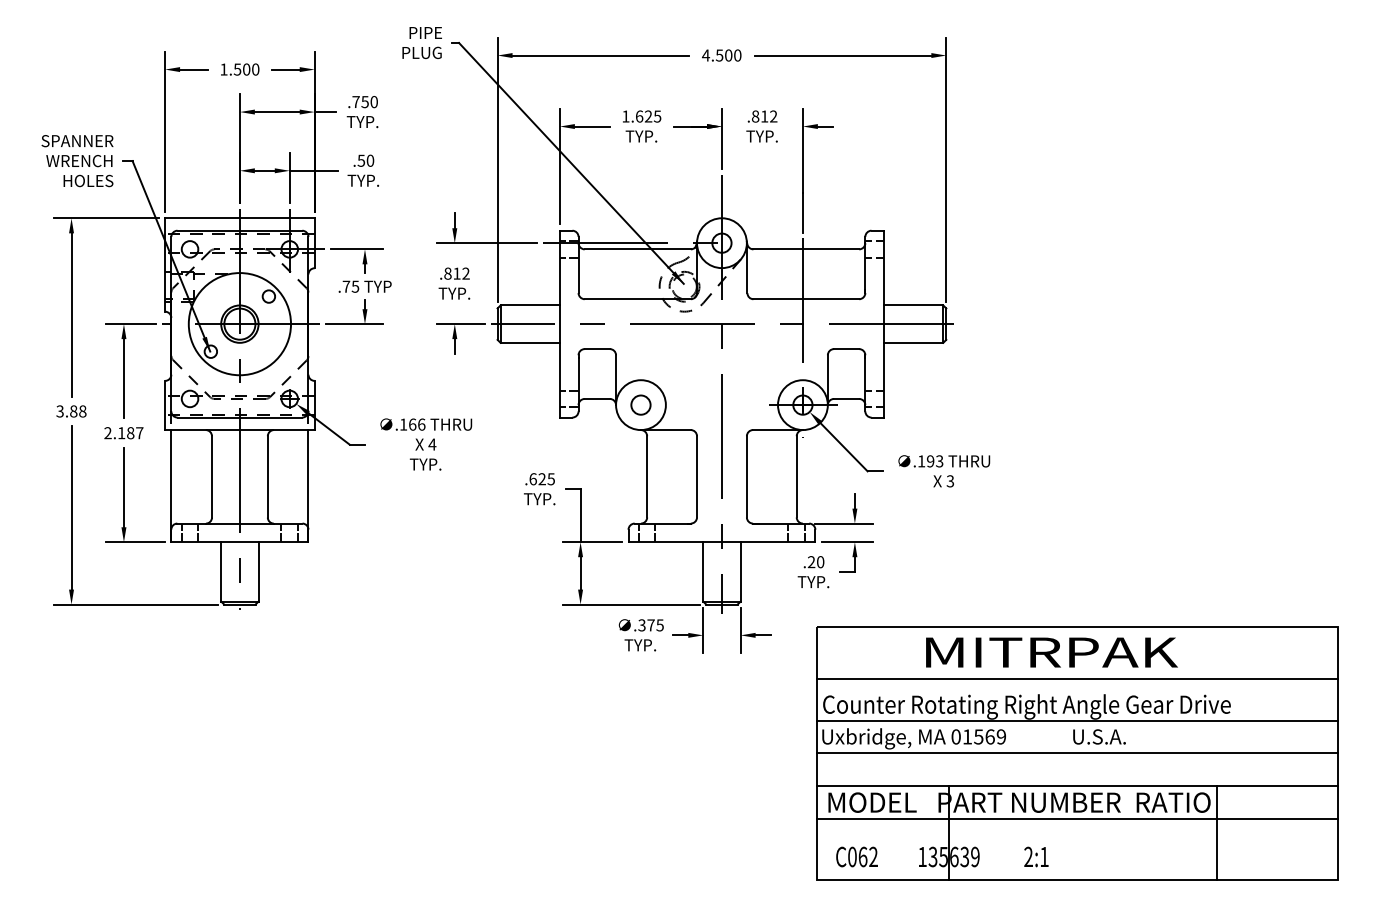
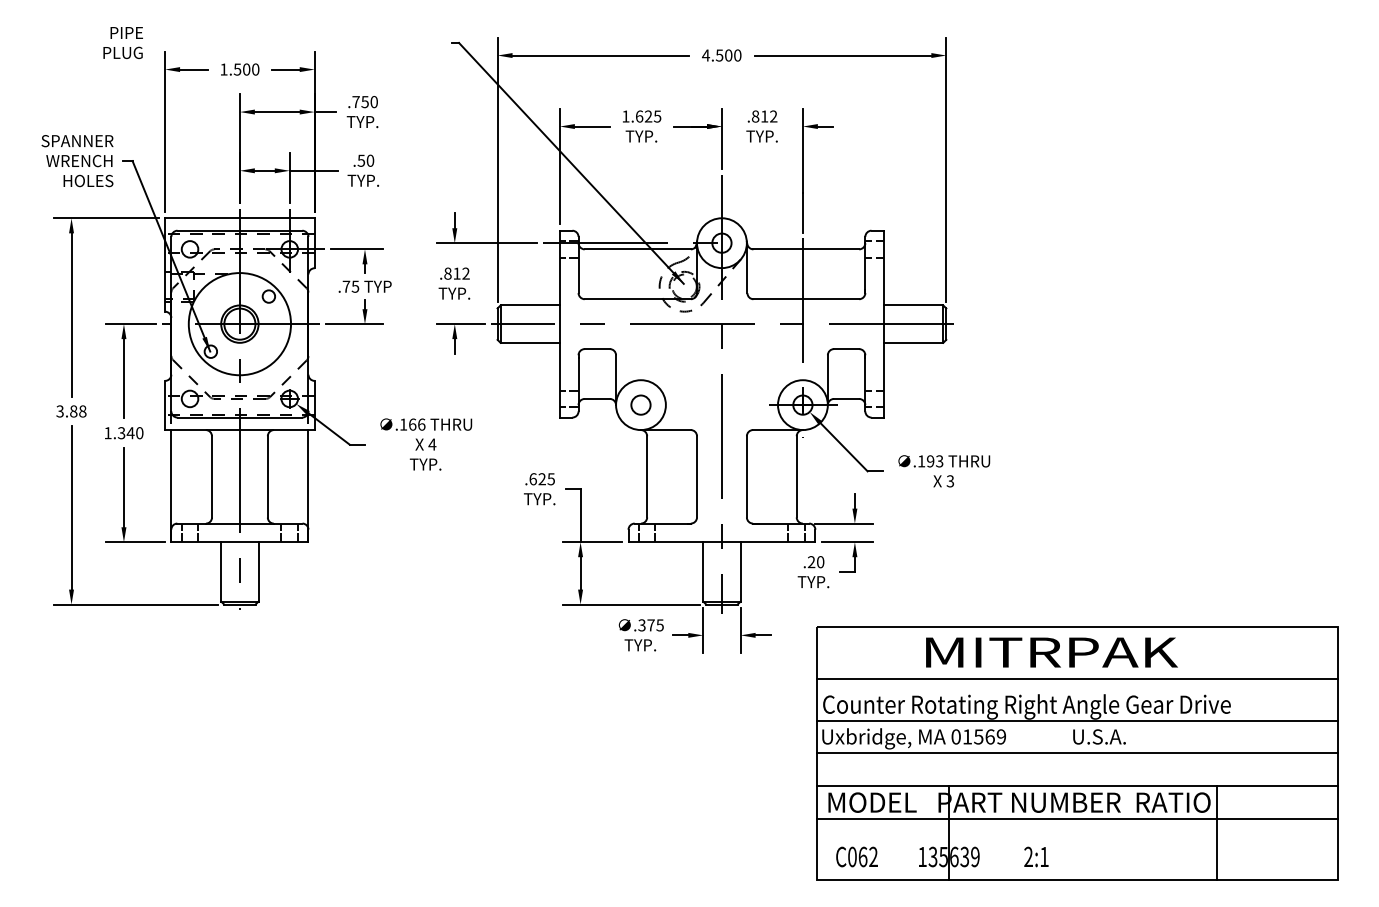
text at (421, 42) position: (421, 42) -> (122, 42)
text at (123, 433): 2.187 -> 1.340
